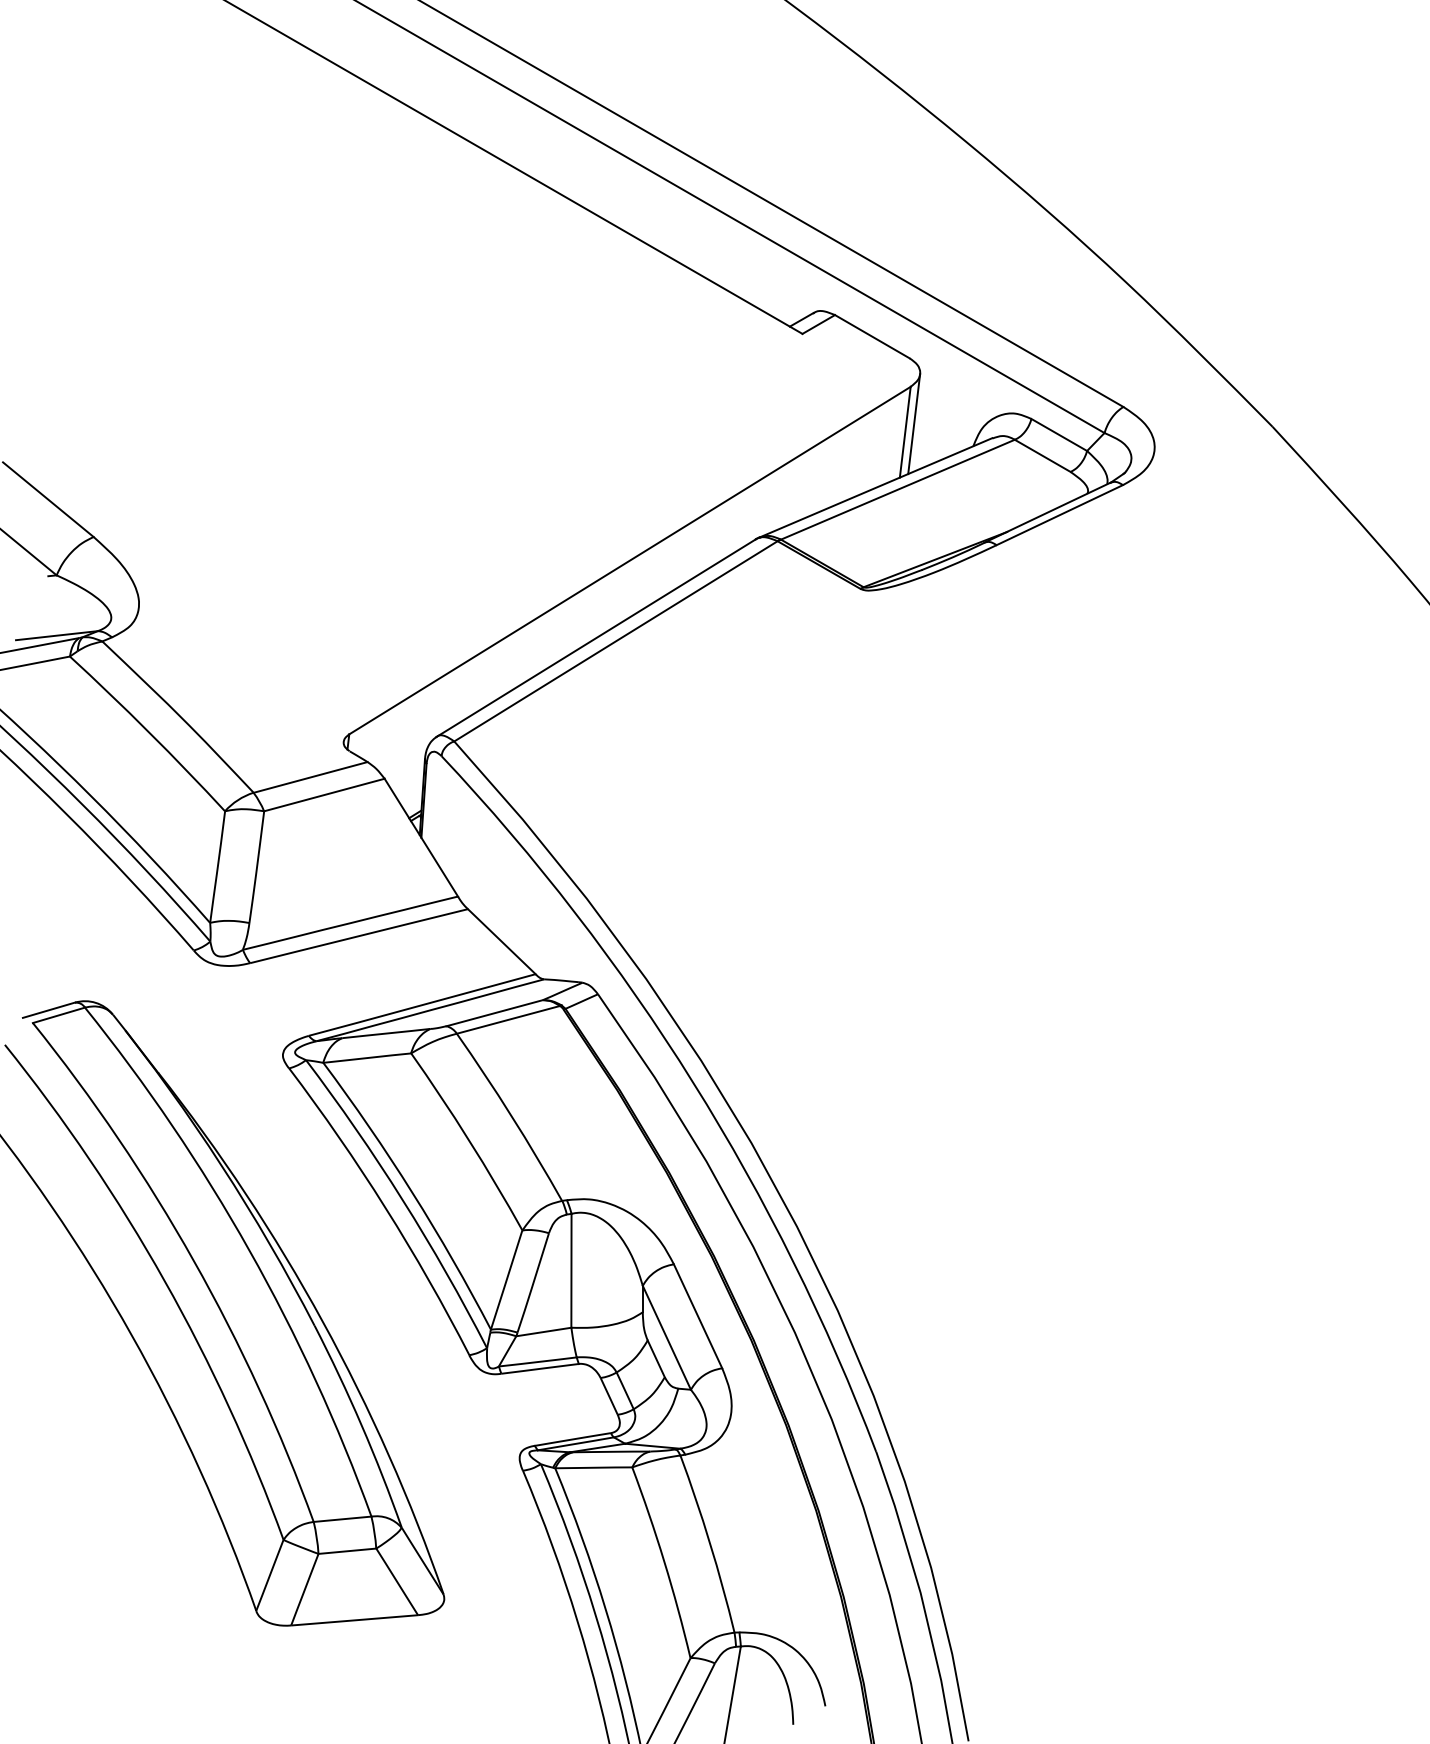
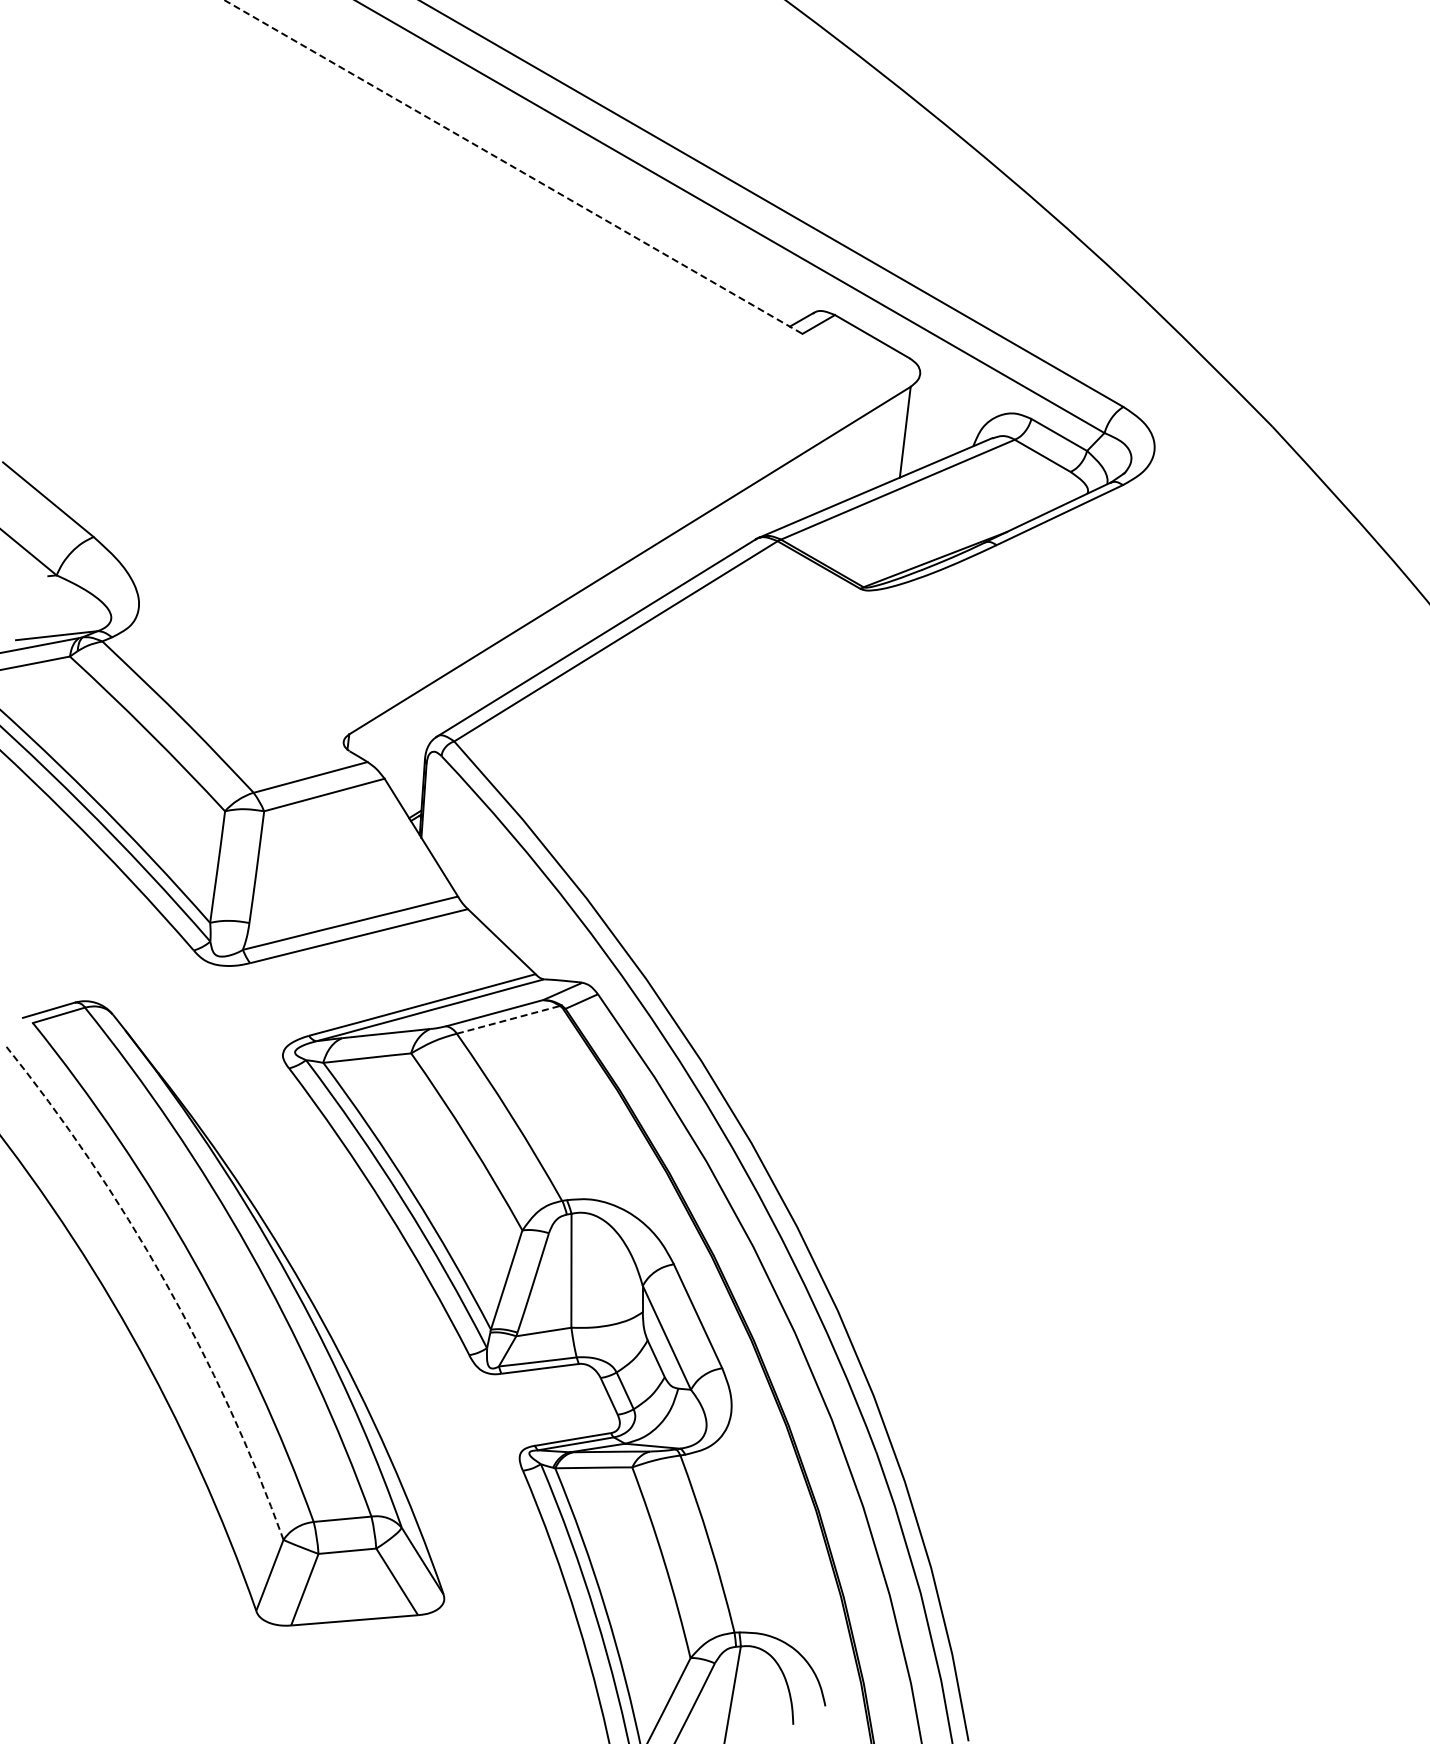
line at (513, 166): solid -> dashed
line at (914, 424): present -> none
line at (508, 1019): solid -> dashed
arc at (164, 1280): solid -> dashed
